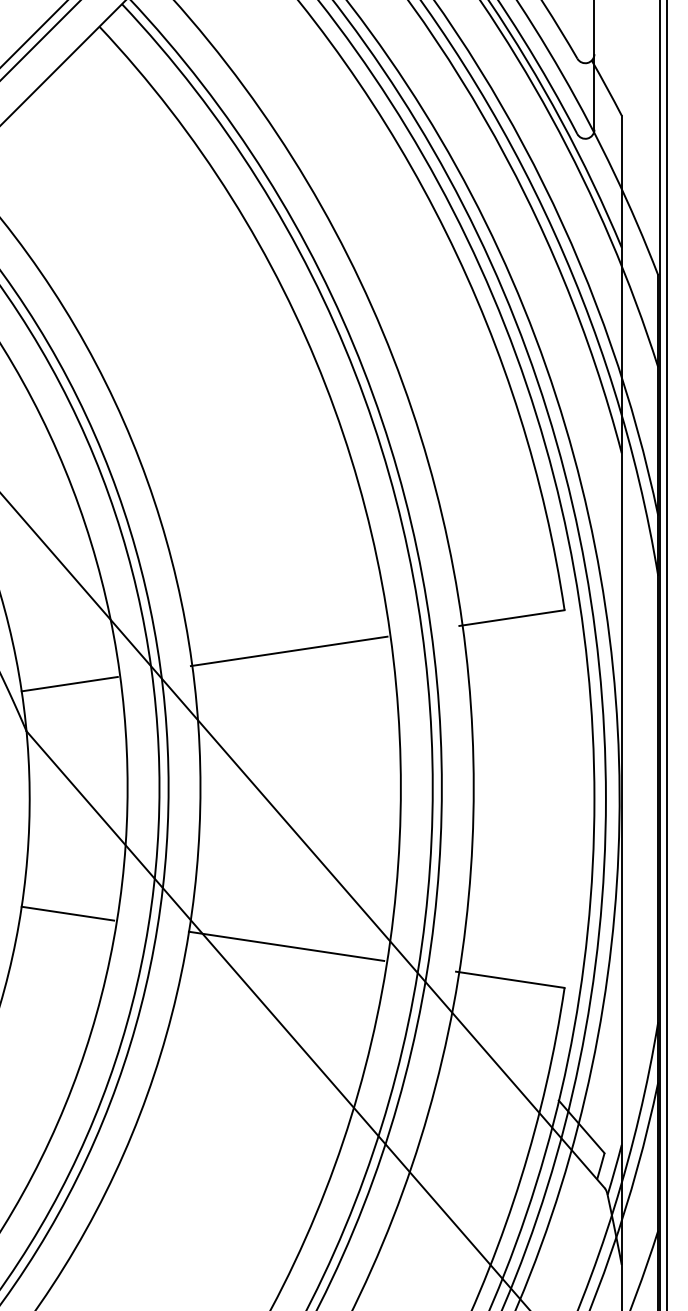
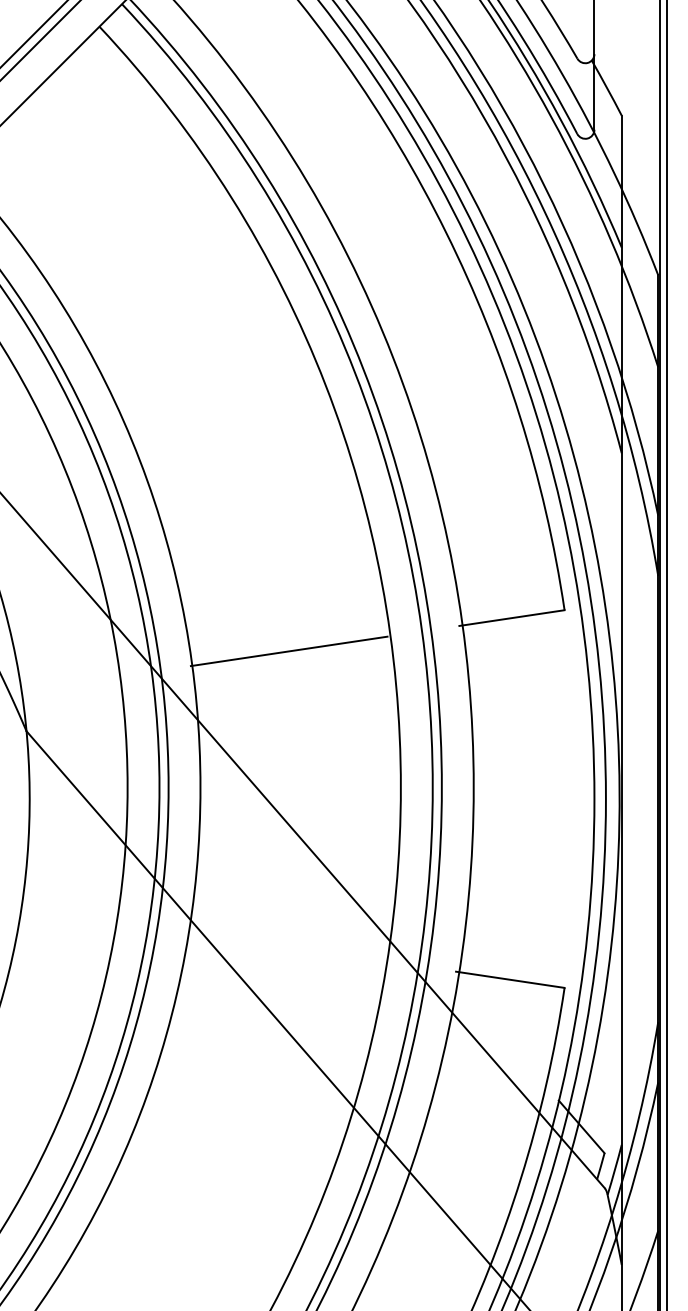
line at (69, 683): present -> none
line at (67, 913): present -> none
line at (286, 945): present -> none
